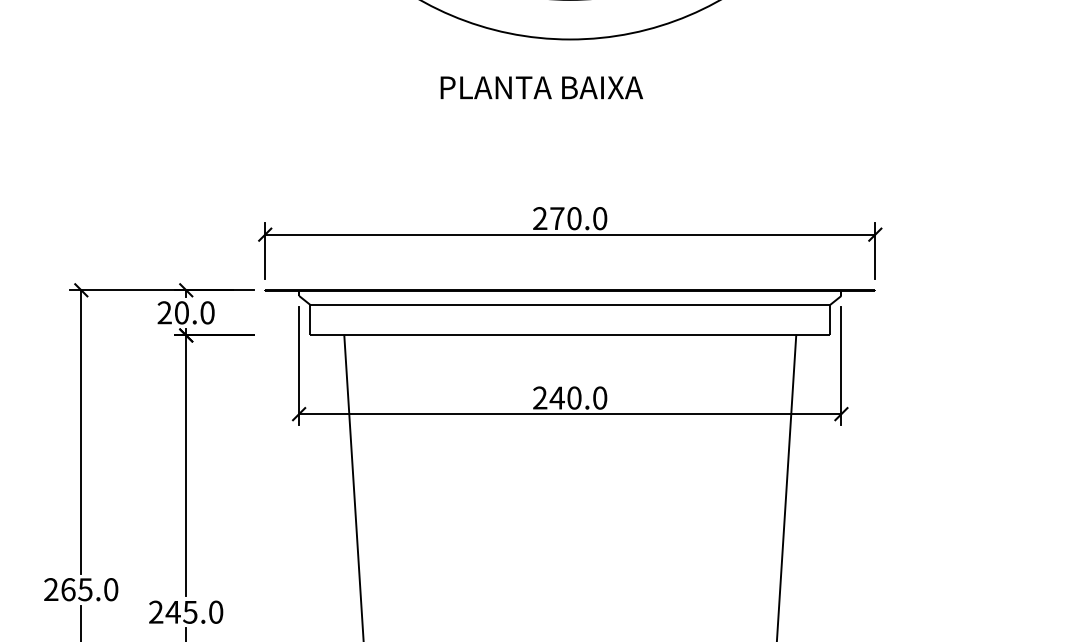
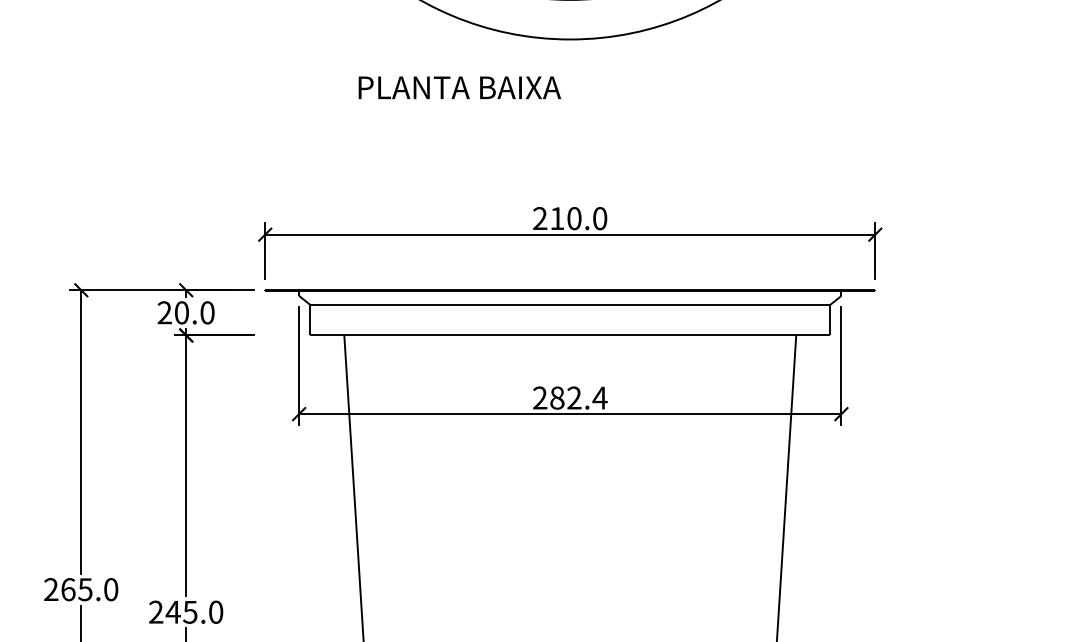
text at (541, 87) position: (541, 87) -> (459, 87)
text at (557, 218): 270.0 -> 210.0
text at (578, 397): 240.0 -> 282.4
